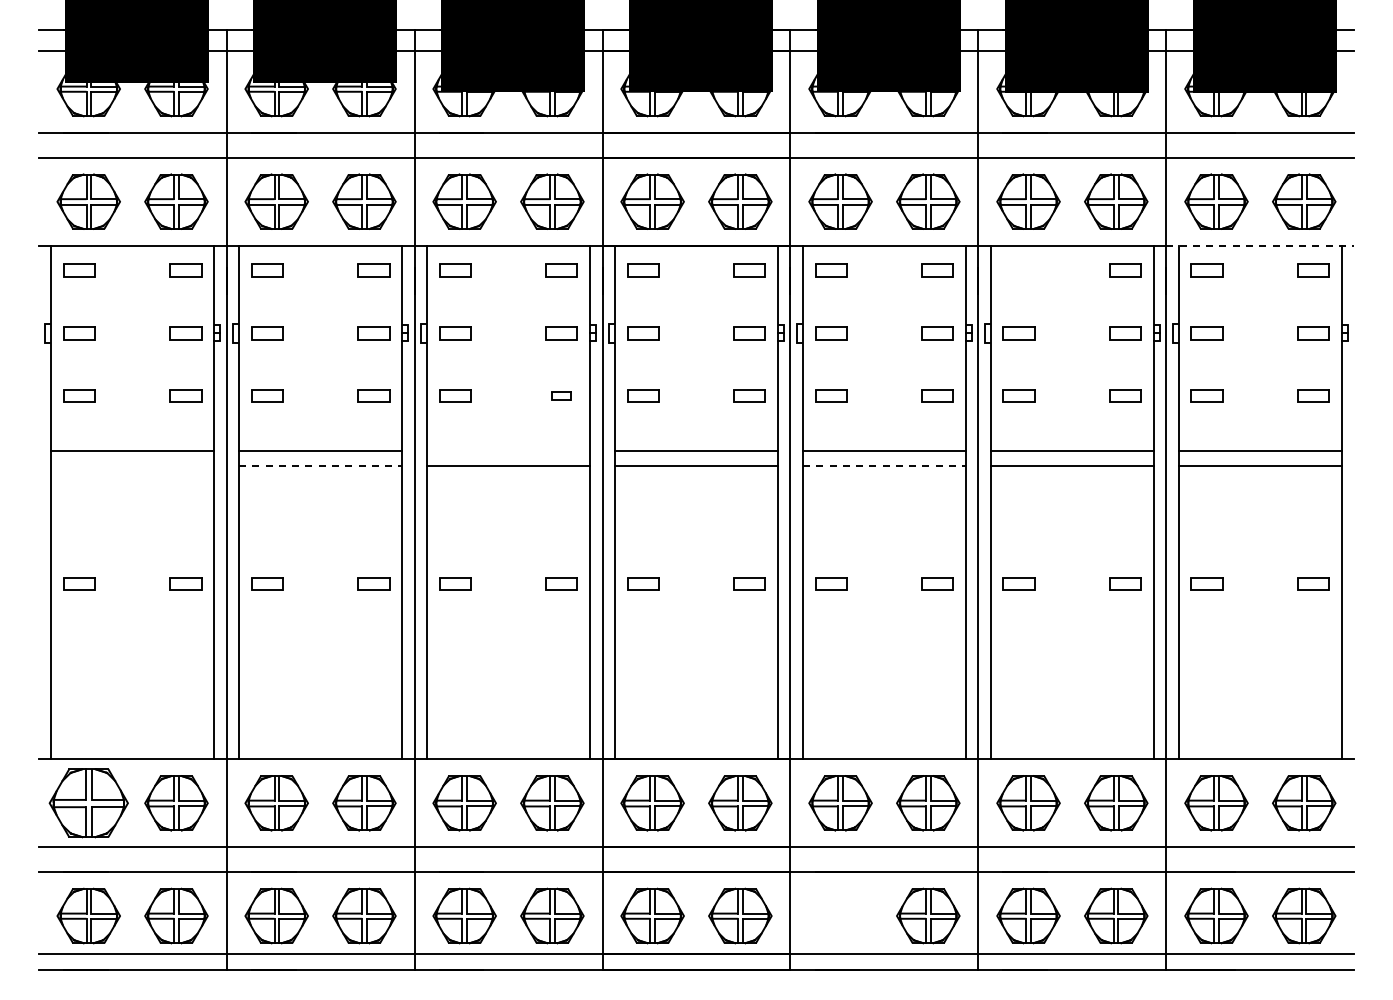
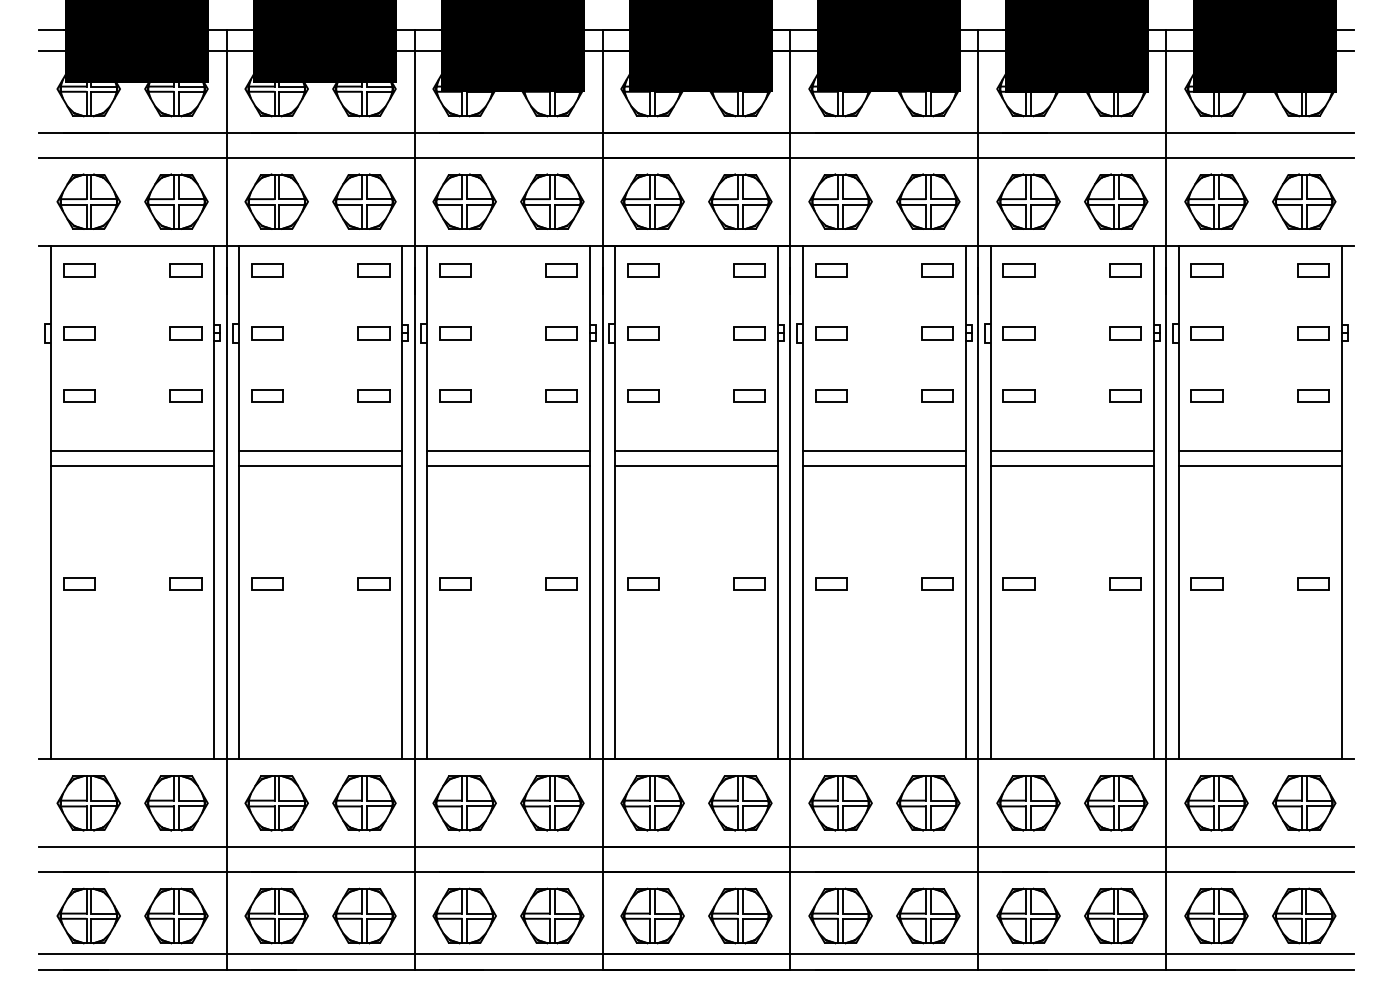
line at (1260, 245): dashed -> solid
part at (1018, 270): none -> present
part at (561, 395) size: 21x10 px -> 33x14 px
line at (508, 451): none -> present
line at (132, 466): none -> present
line at (321, 466): dashed -> solid
line at (884, 466): dashed -> solid
part at (88, 803) size: 81x71 px -> 65x57 px
part at (840, 915): none -> present
